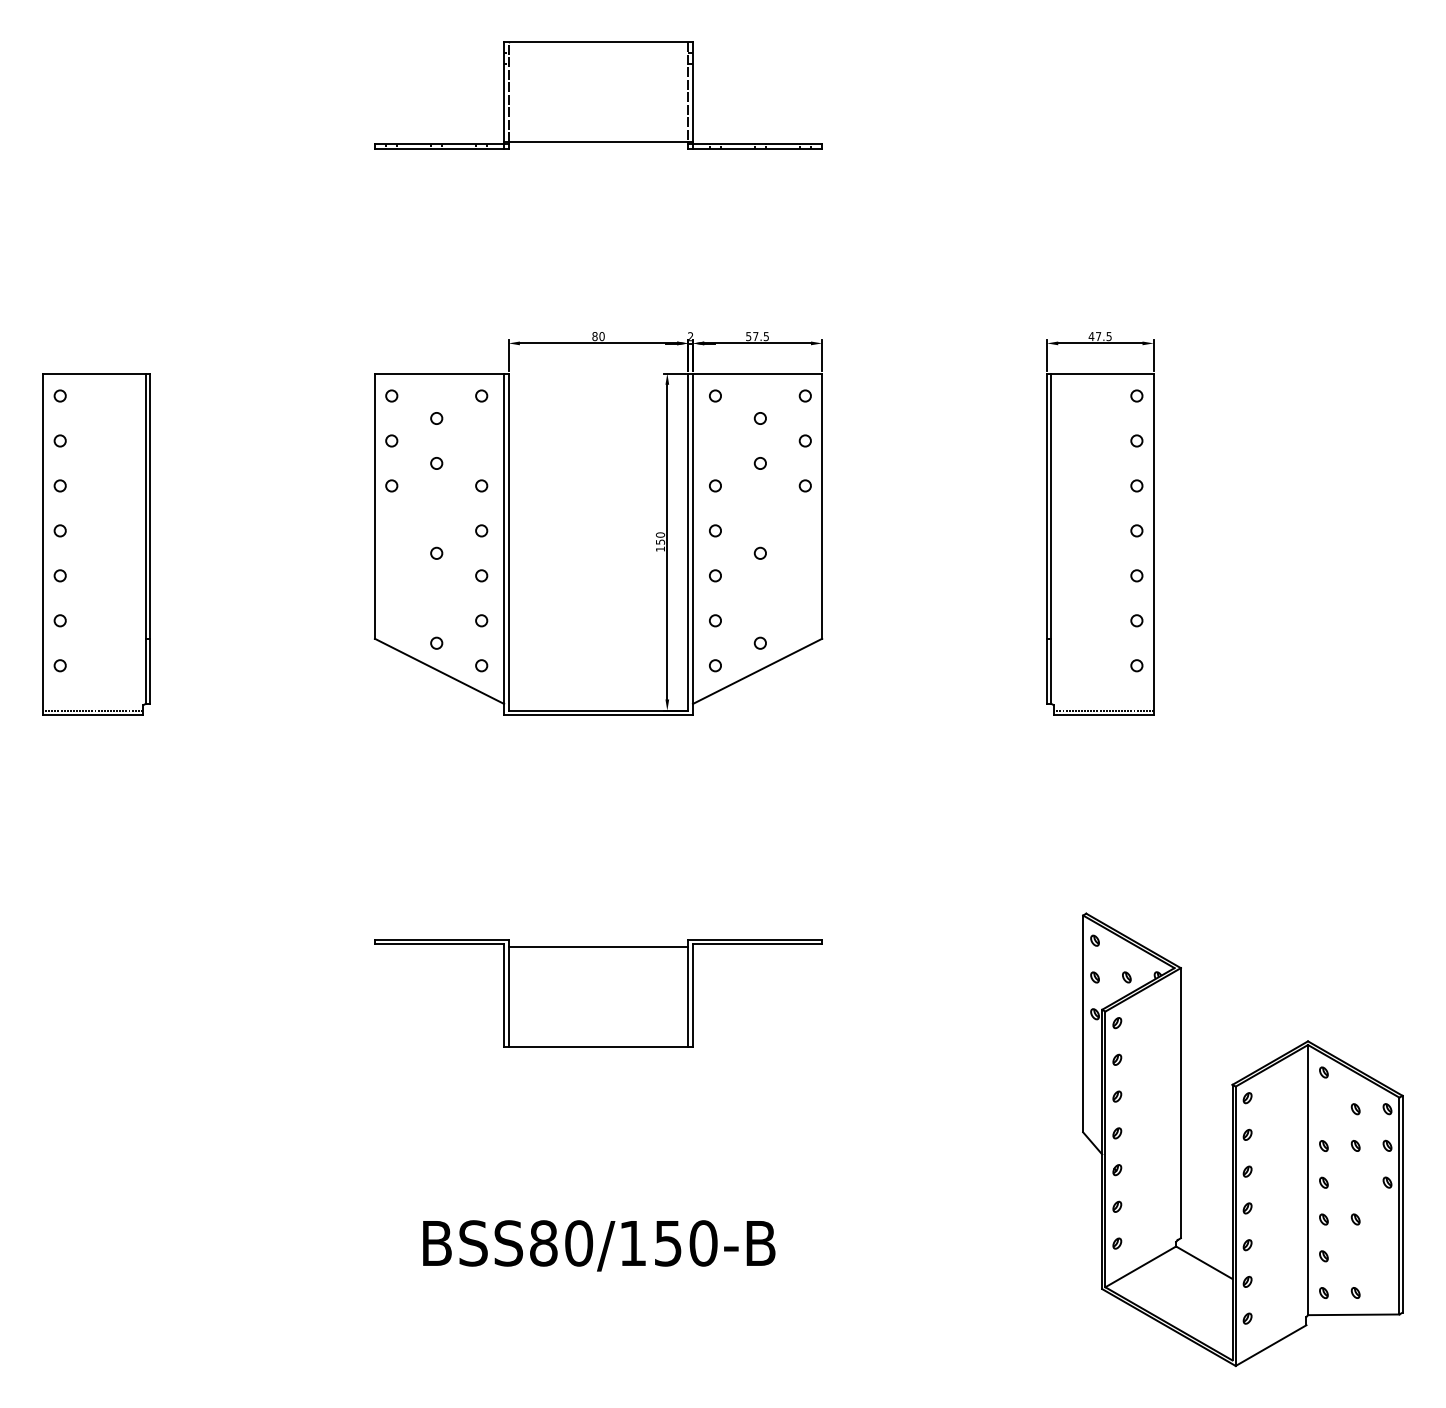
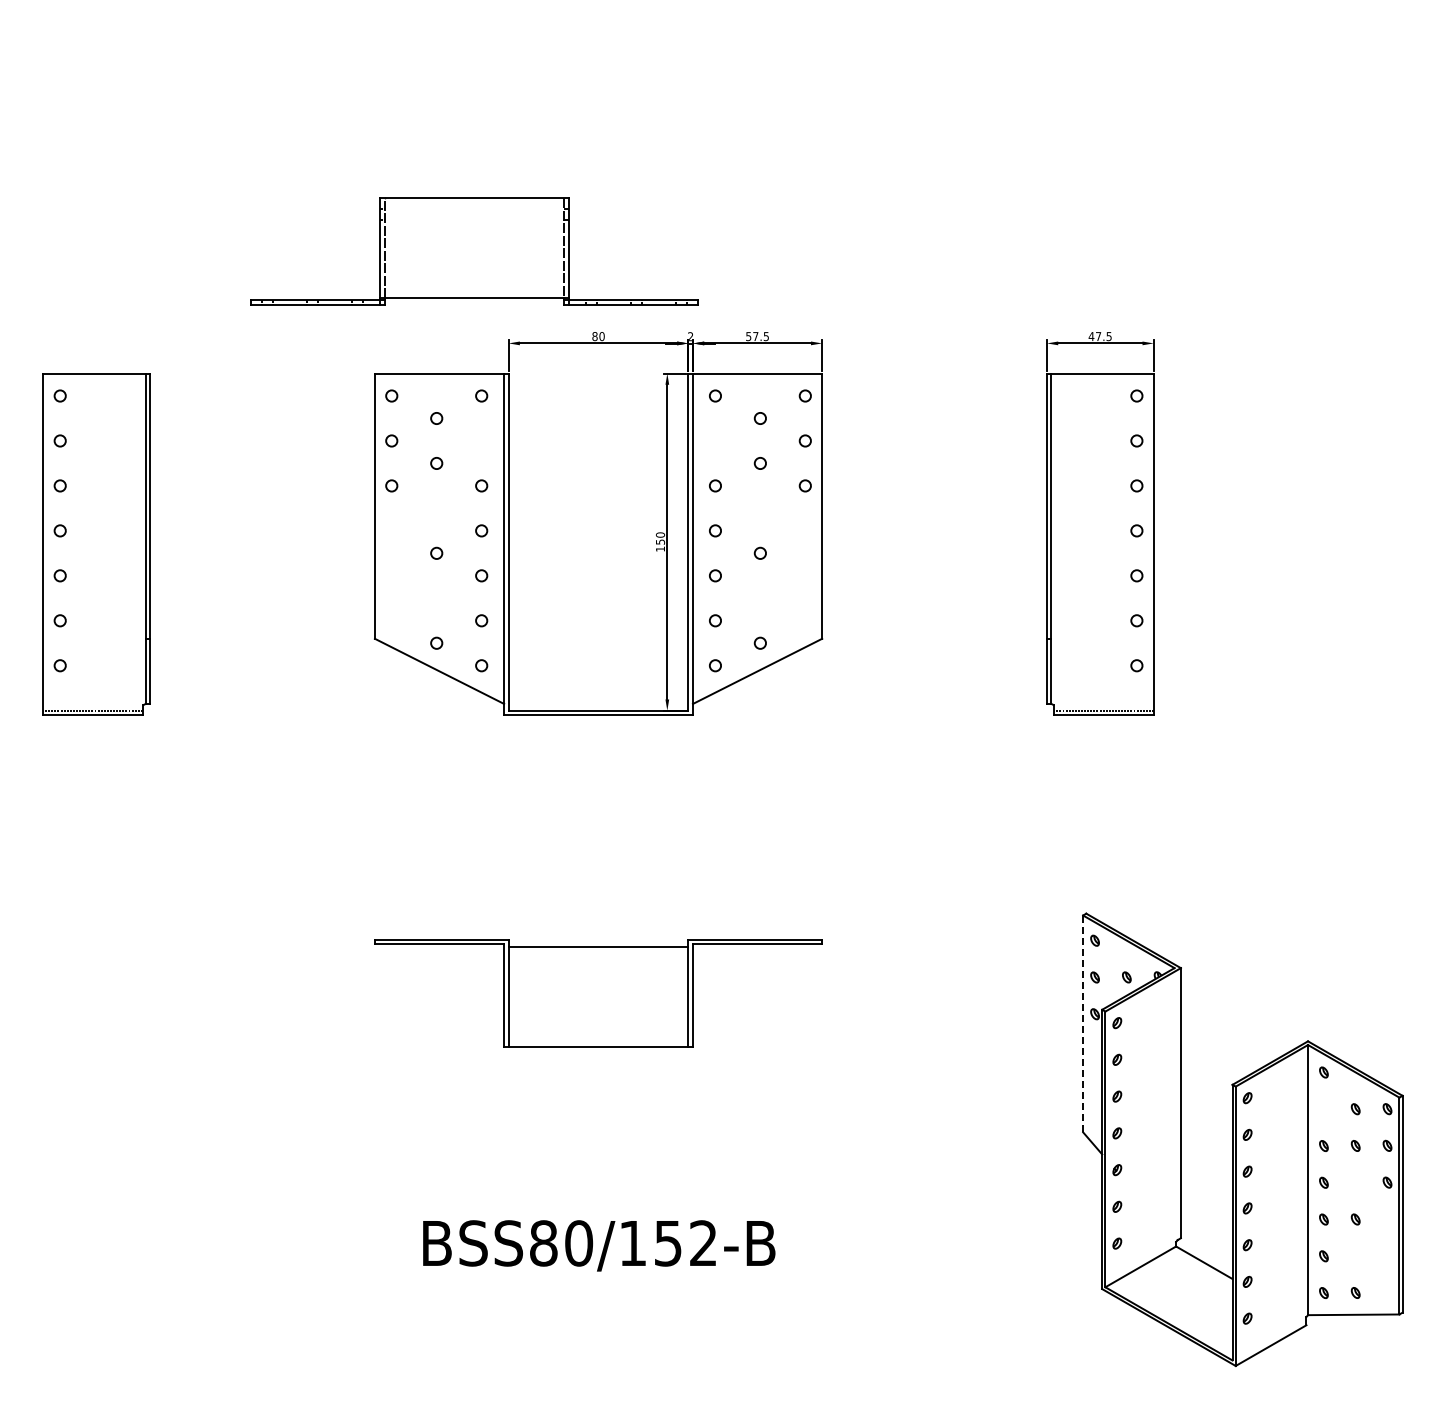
part at (598, 95) position: (598, 95) -> (474, 251)
line at (1083, 1023): solid -> dashed
text at (703, 1243): BSS80/150-B -> BSS80/152-B
